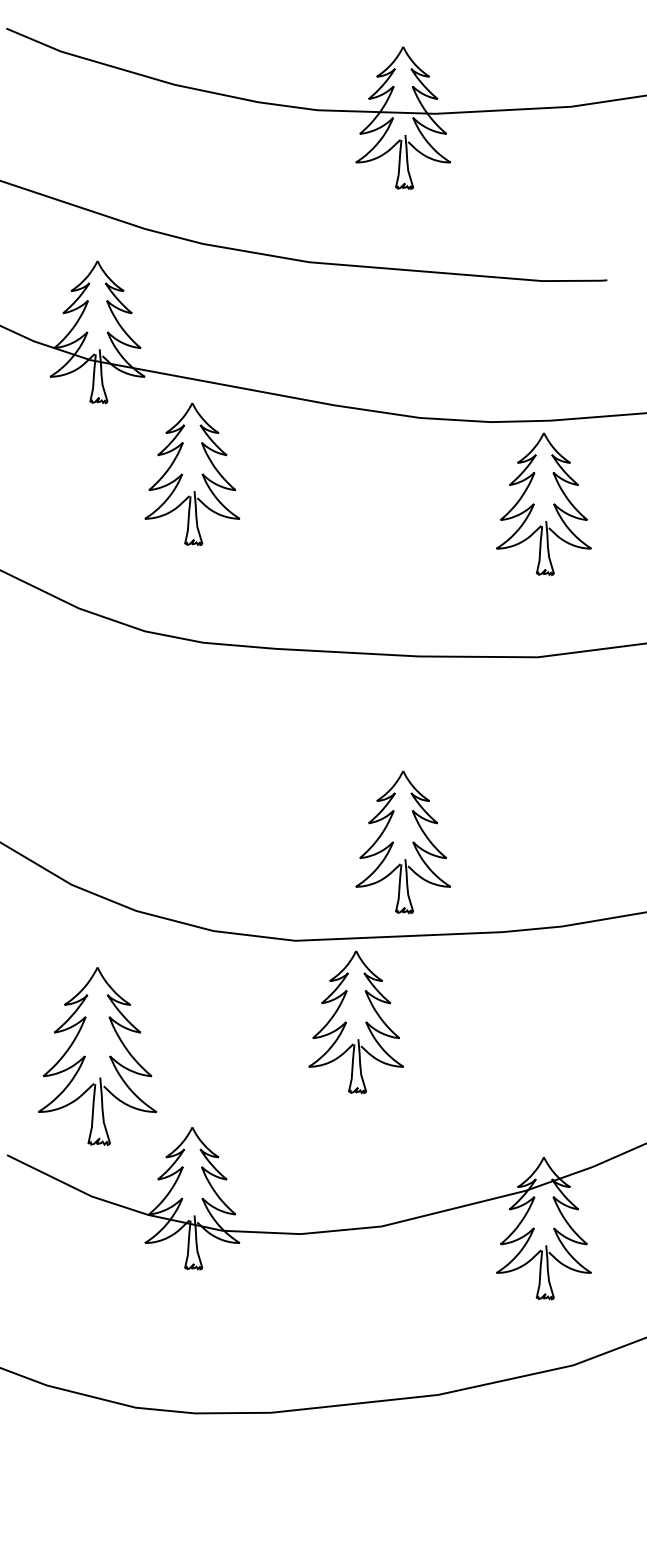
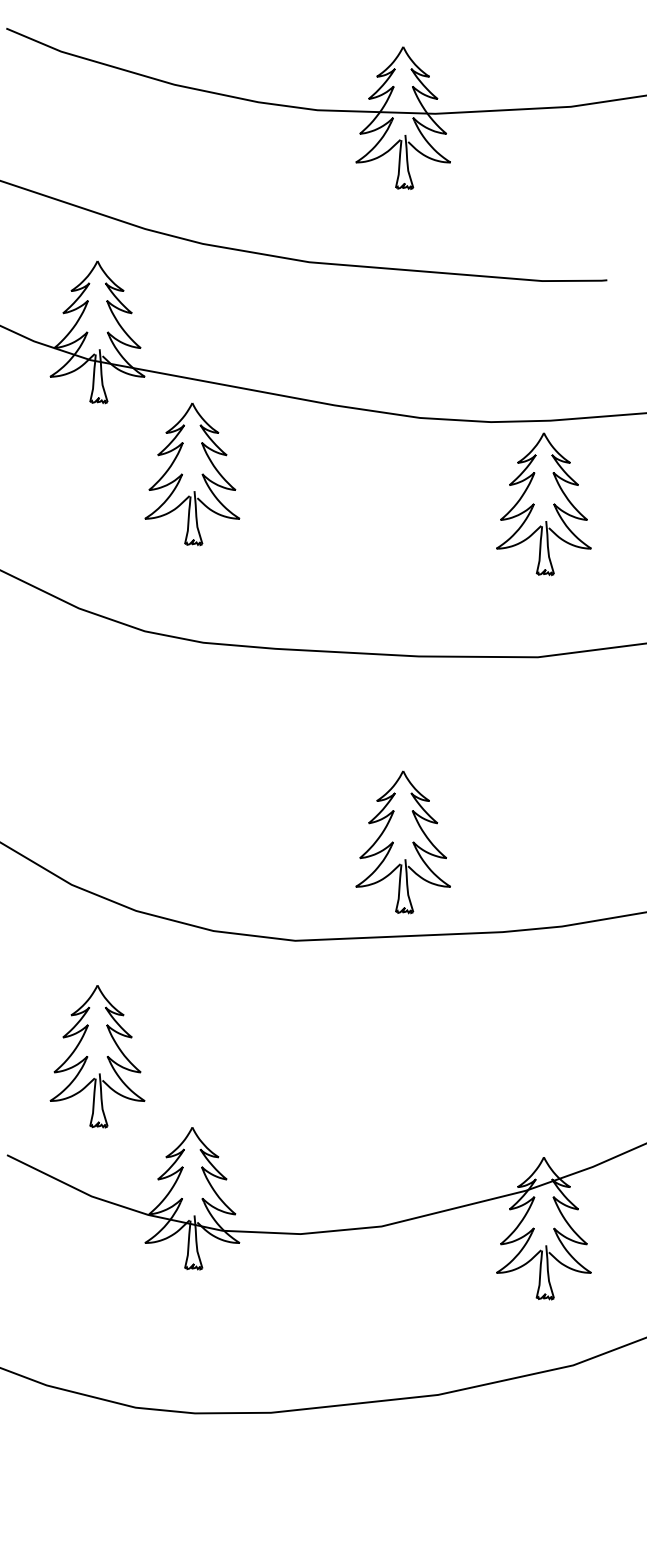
part at (355, 1022): present -> none
part at (97, 1056) size: 120x179 px -> 97x144 px
